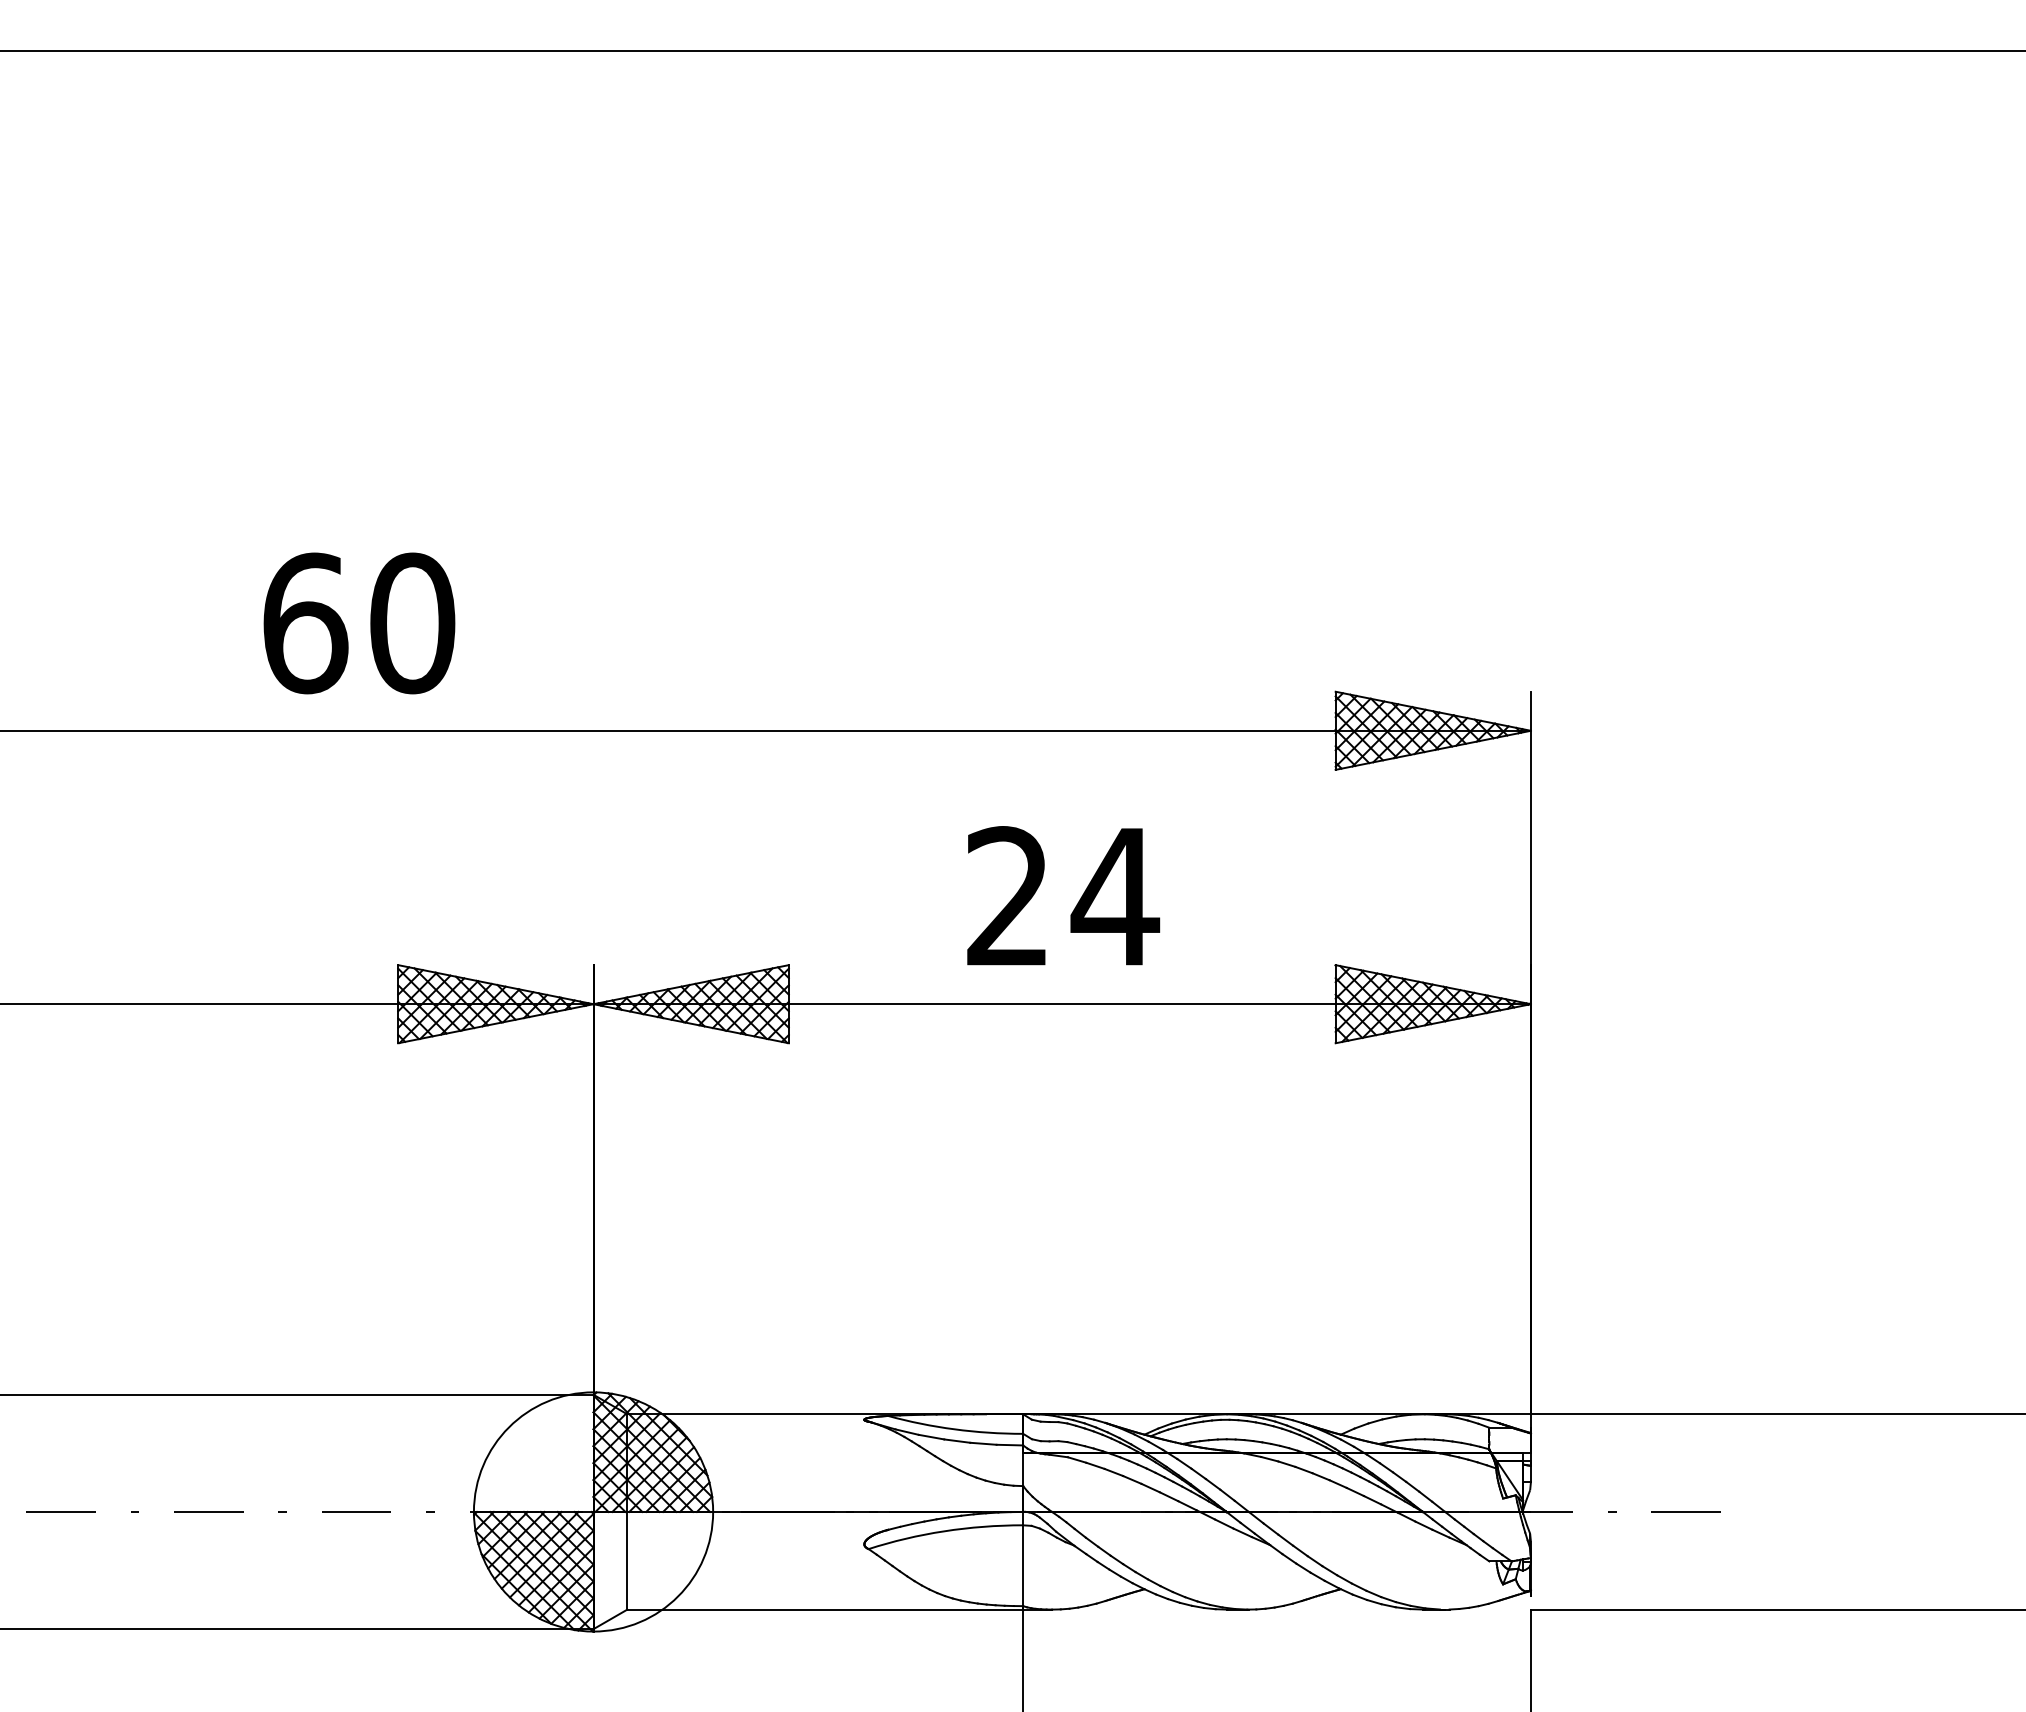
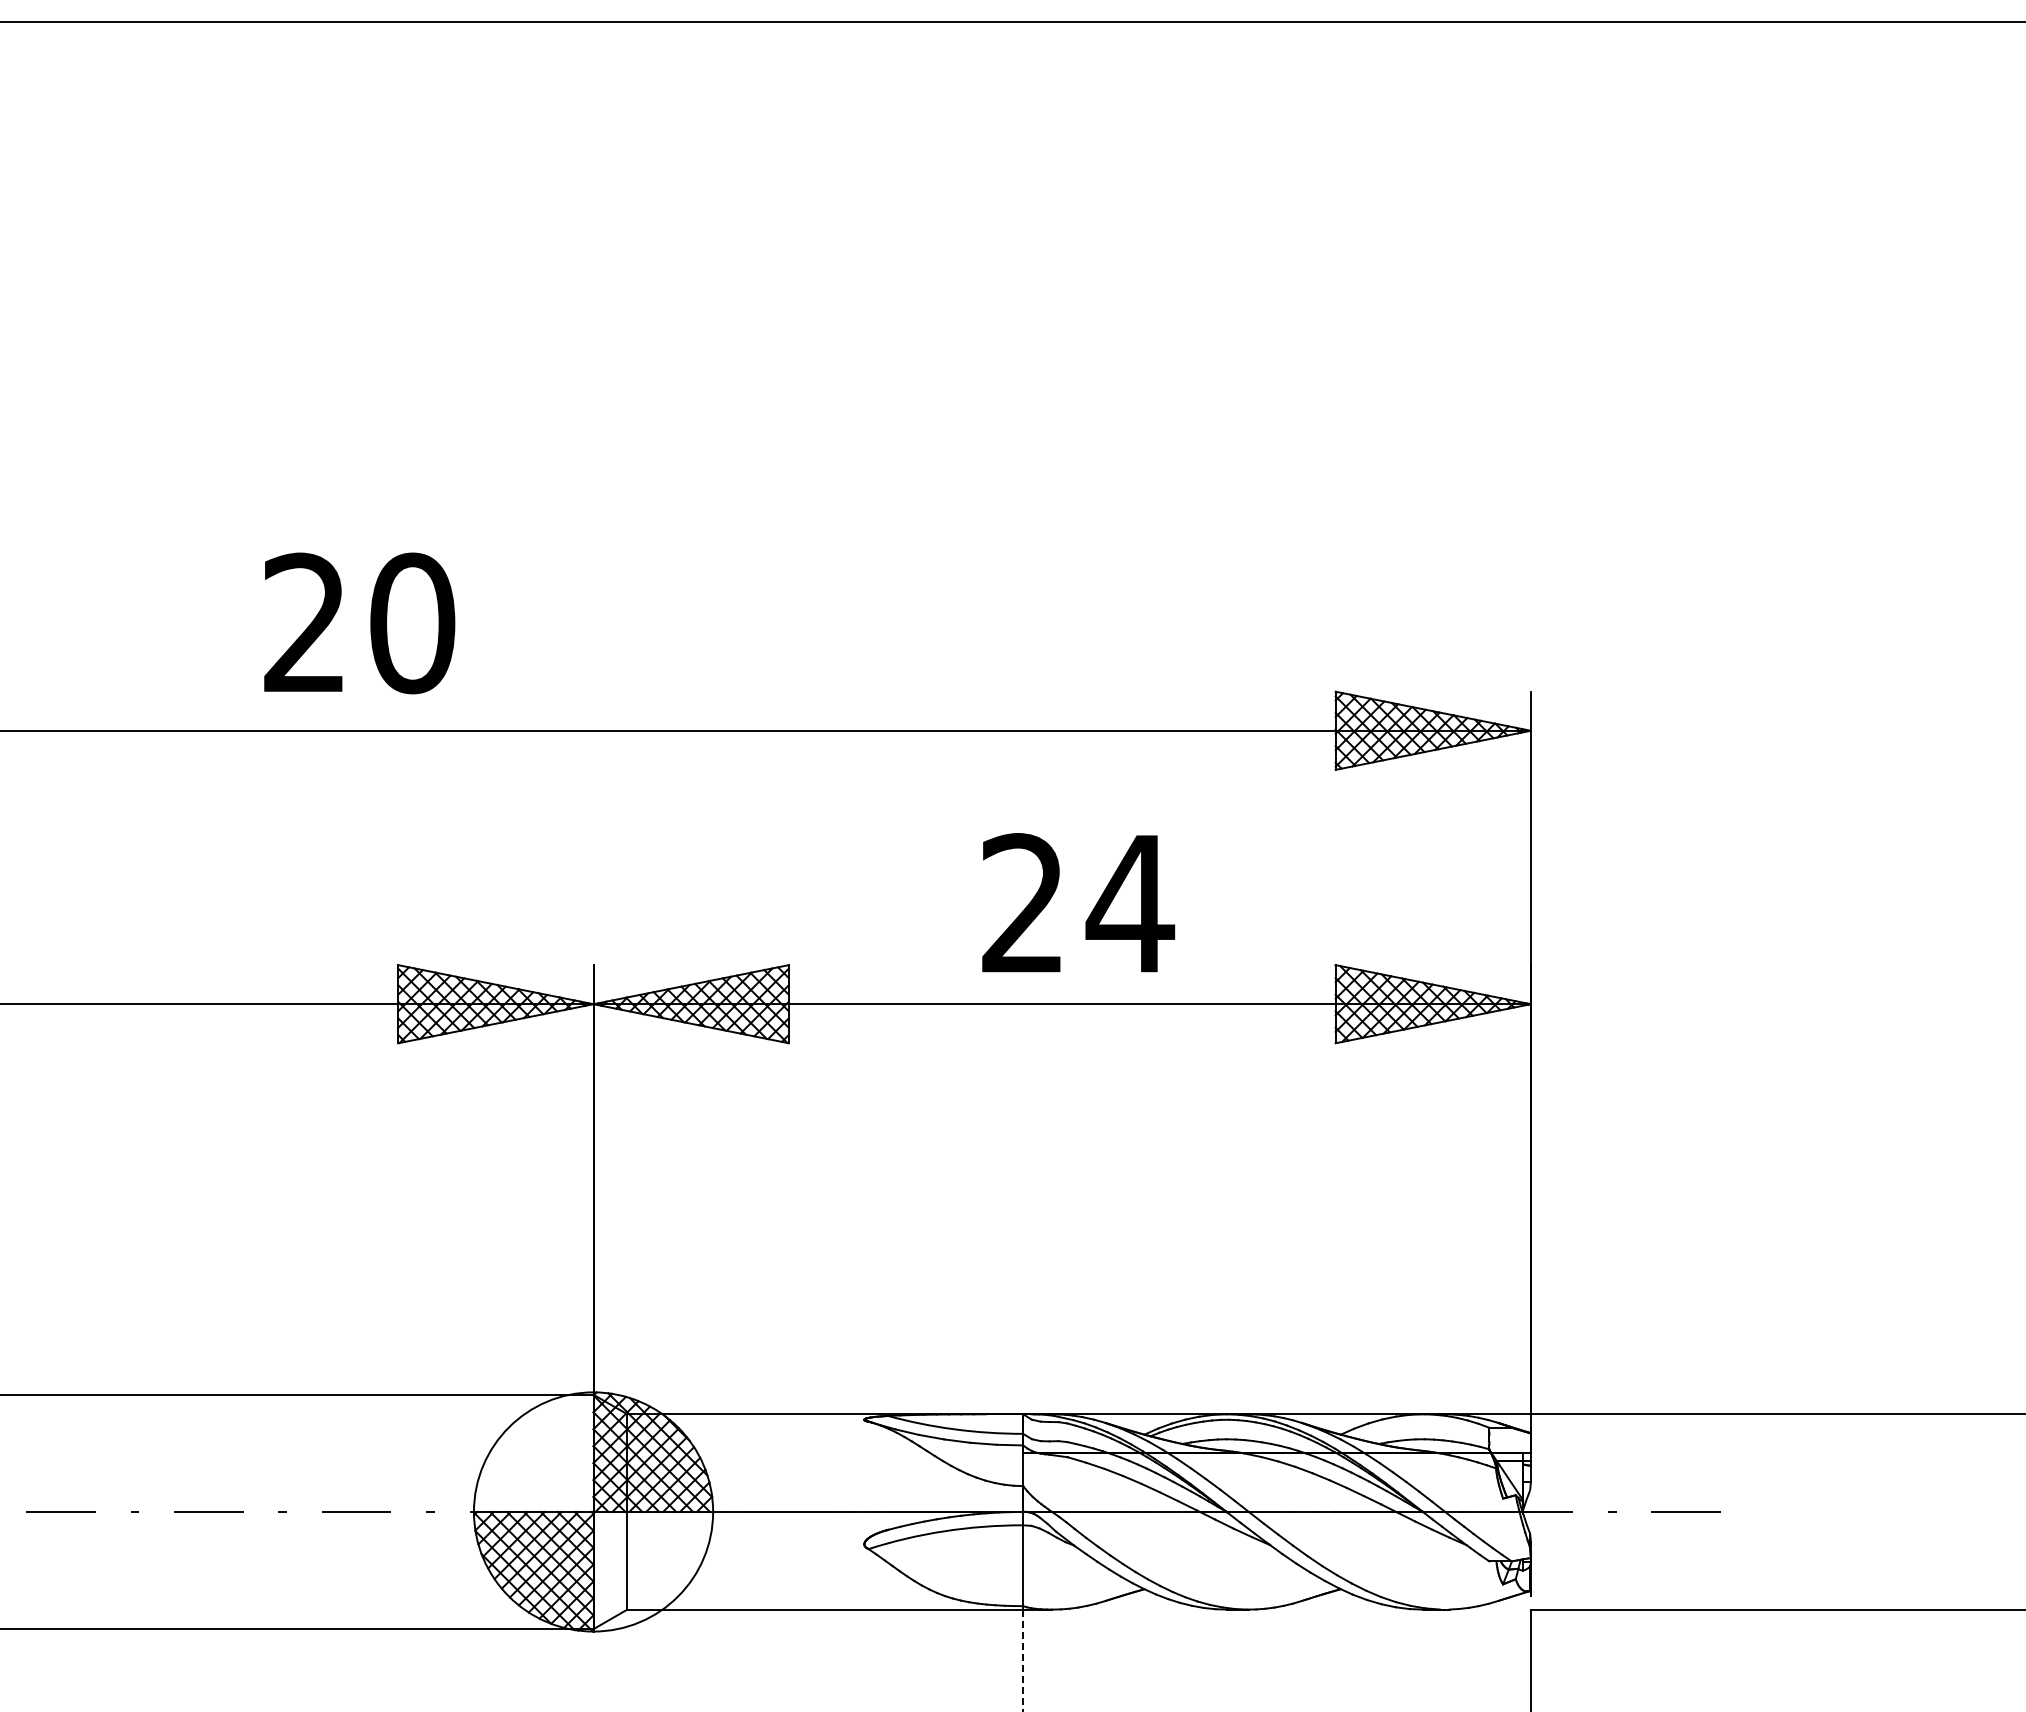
line at (1012, 51) position: (1012, 51) -> (1012, 22)
text at (305, 623): 60 -> 20
text at (1063, 895) position: (1063, 895) -> (1078, 902)
line at (1023, 1660): solid -> dashed
